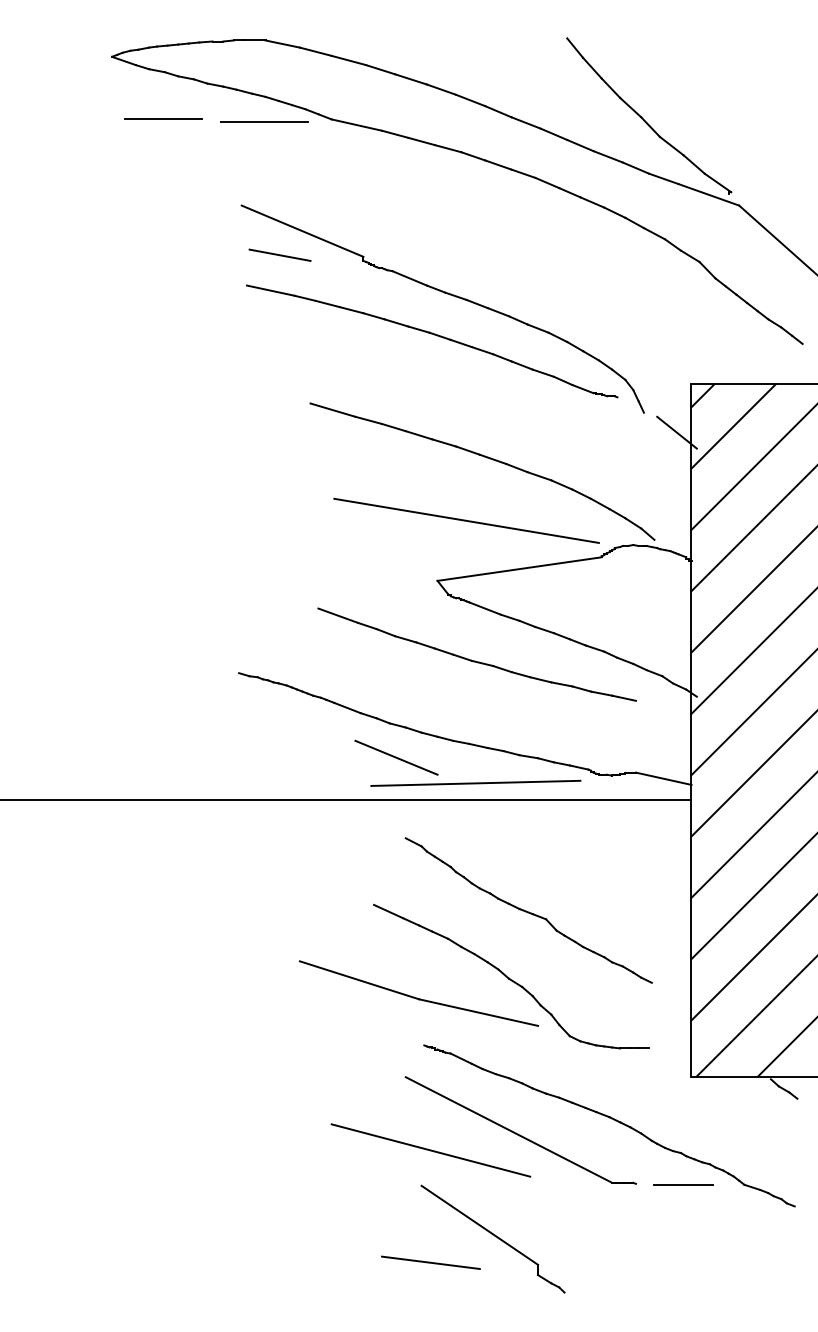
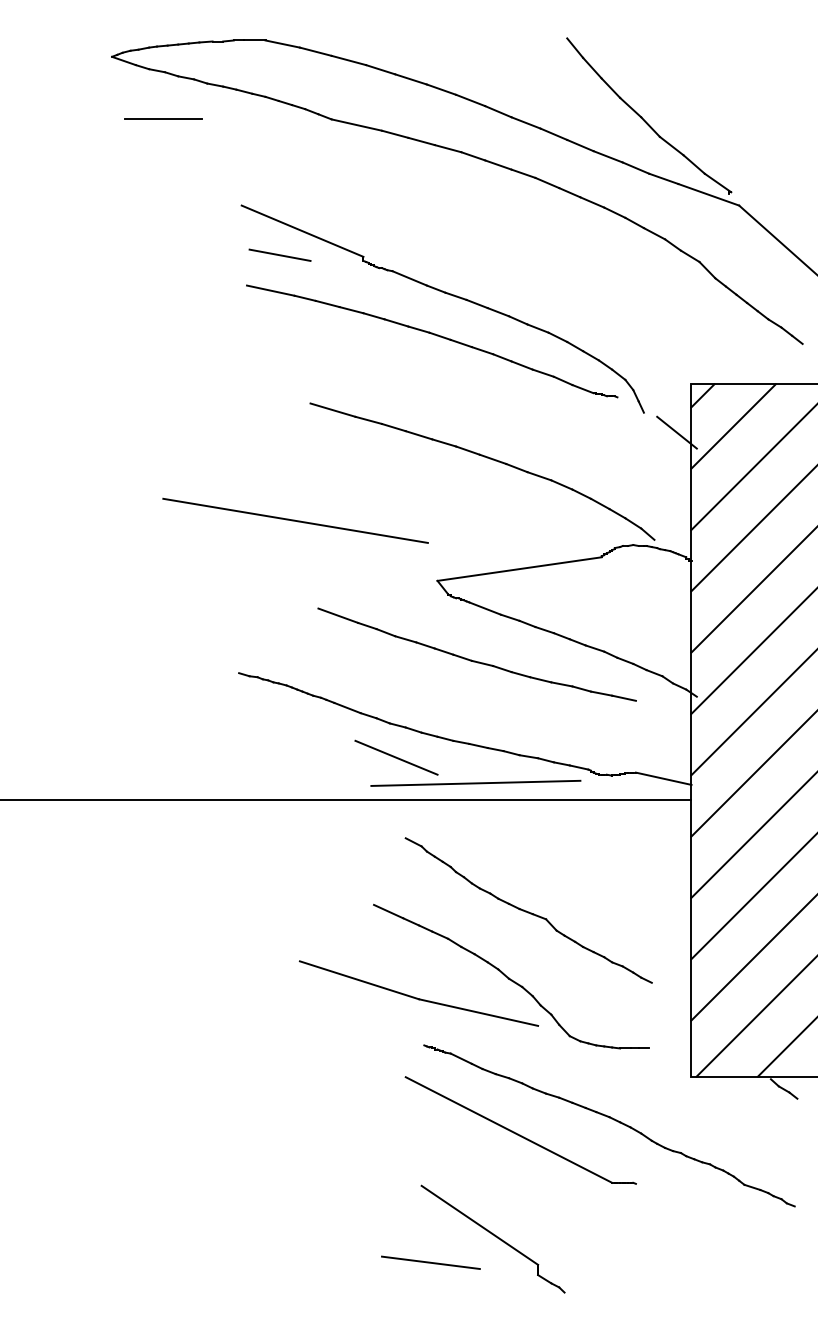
line at (263, 122): present -> none
line at (466, 520) position: (466, 520) -> (295, 520)
line at (430, 1150): present -> none
line at (683, 1184): present -> none
